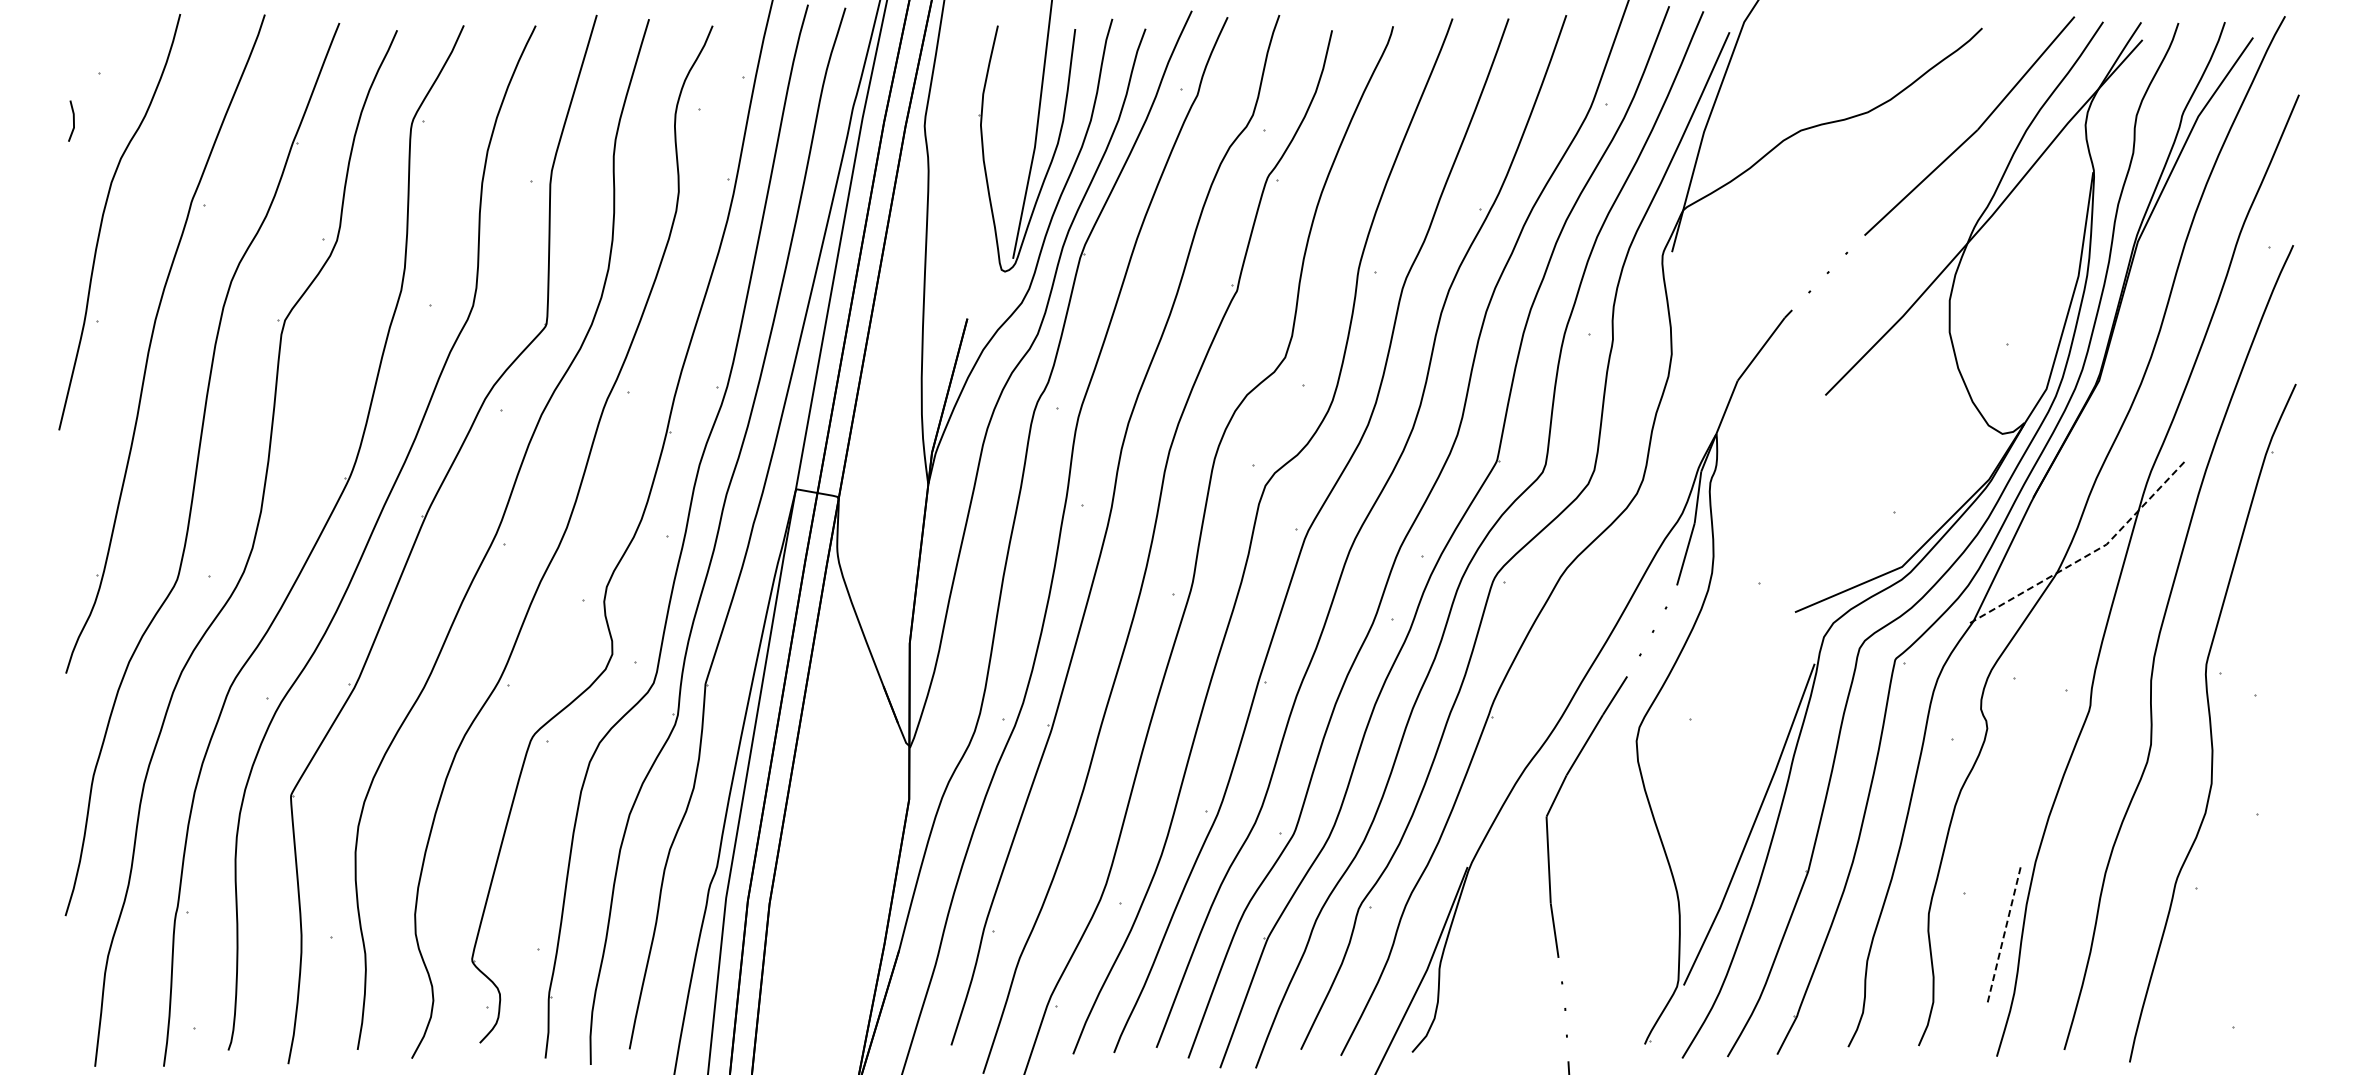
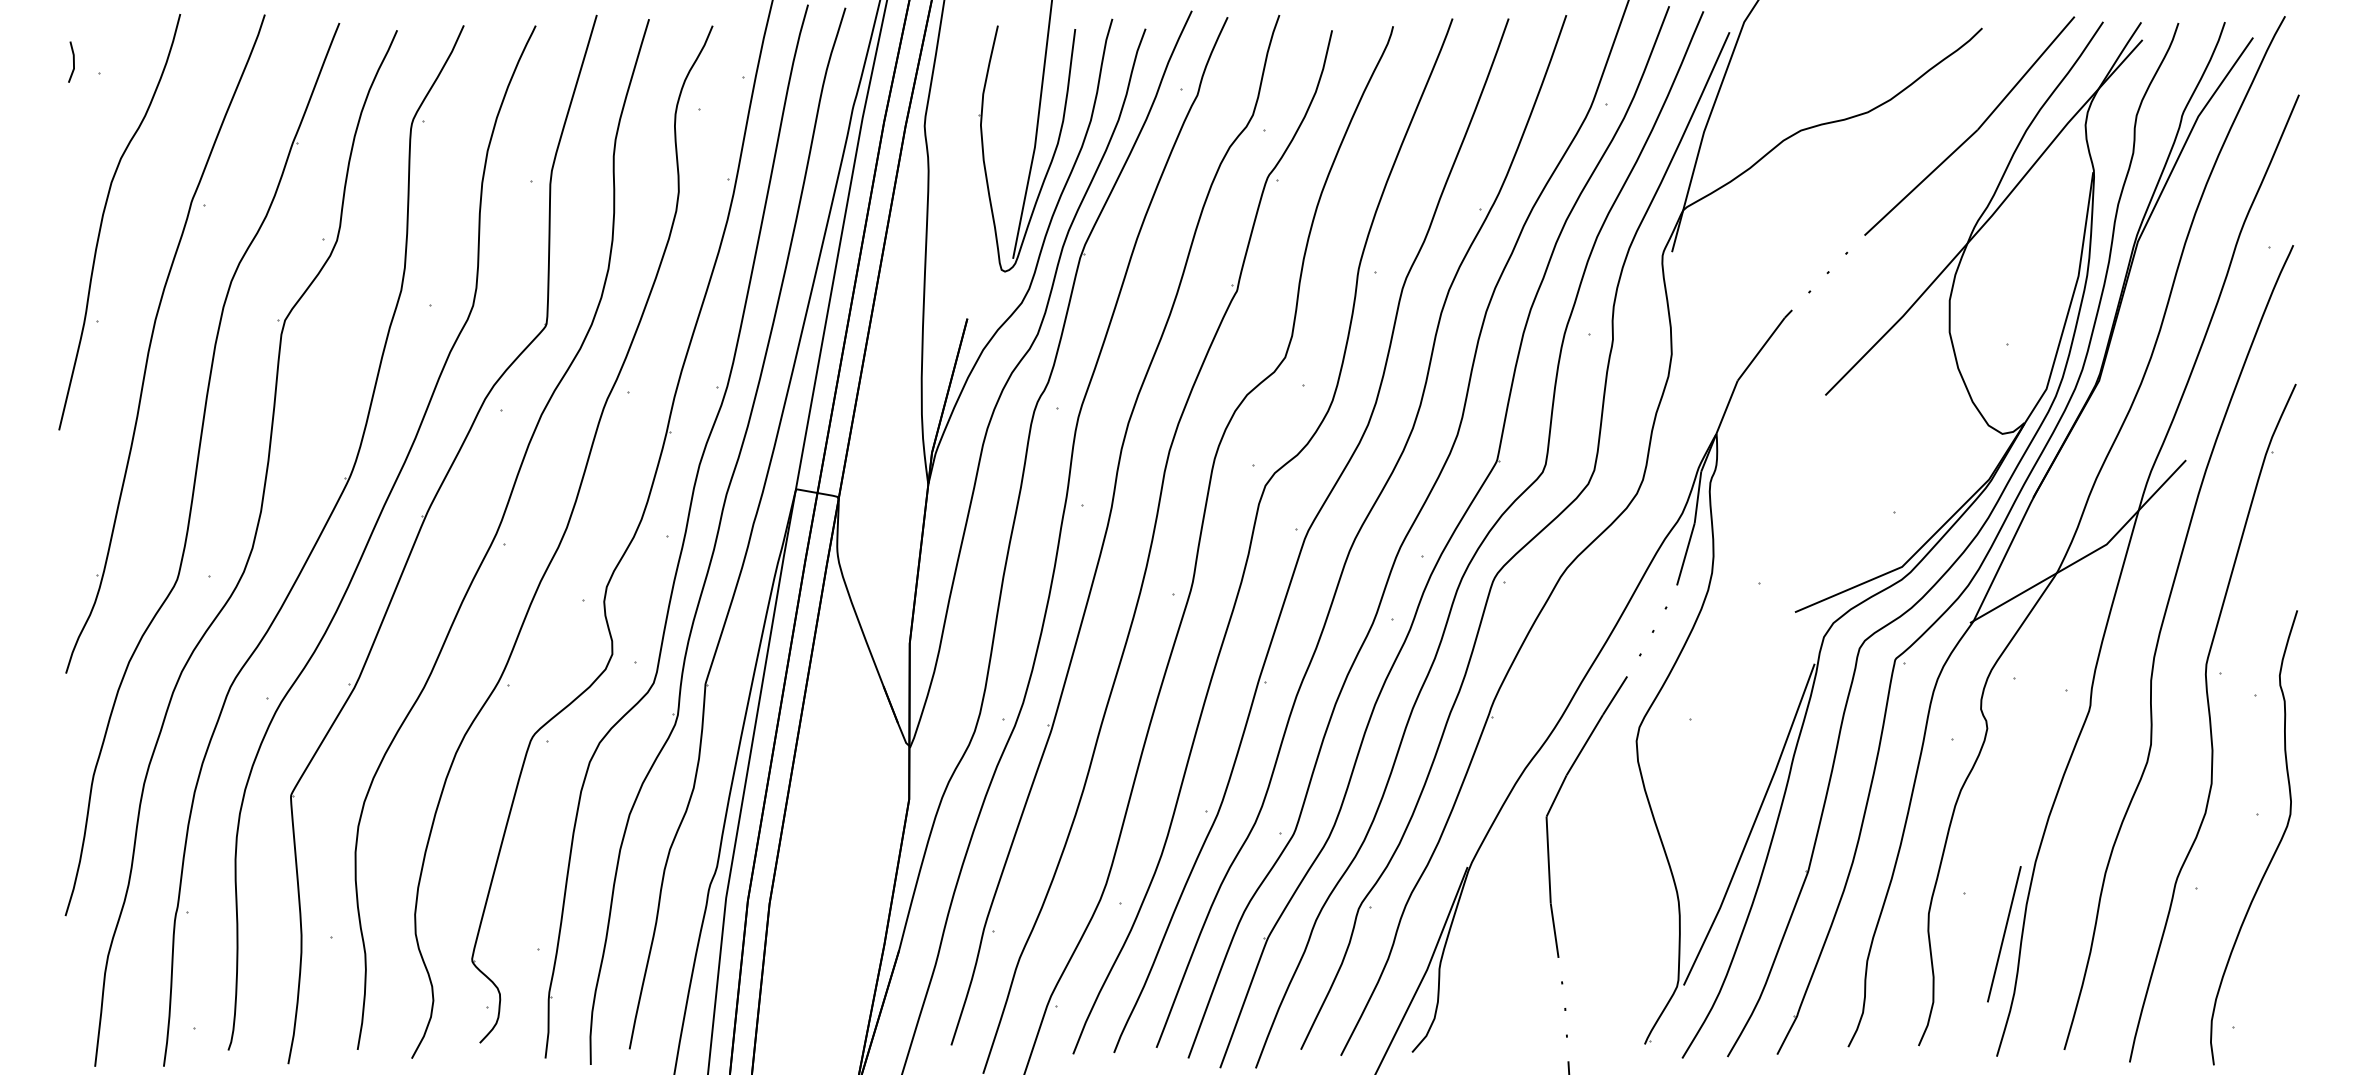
line at (73, 120) position: (73, 120) -> (73, 61)
line at (2089, 554): dashed -> solid
curve at (2275, 849): none -> present
line at (2004, 933): dashed -> solid
